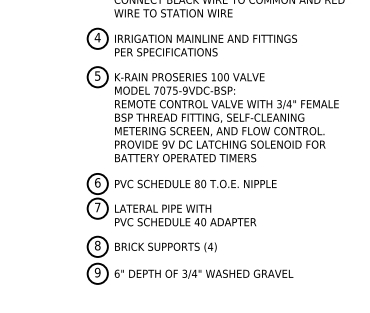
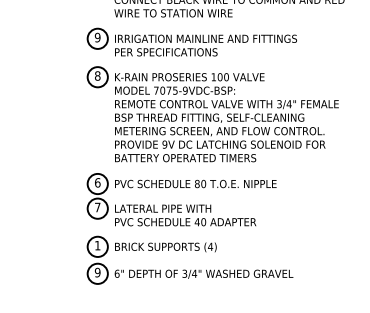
text at (97, 37): 4 -> 9
text at (97, 75): 5 -> 8
text at (97, 245): 8 -> 1
